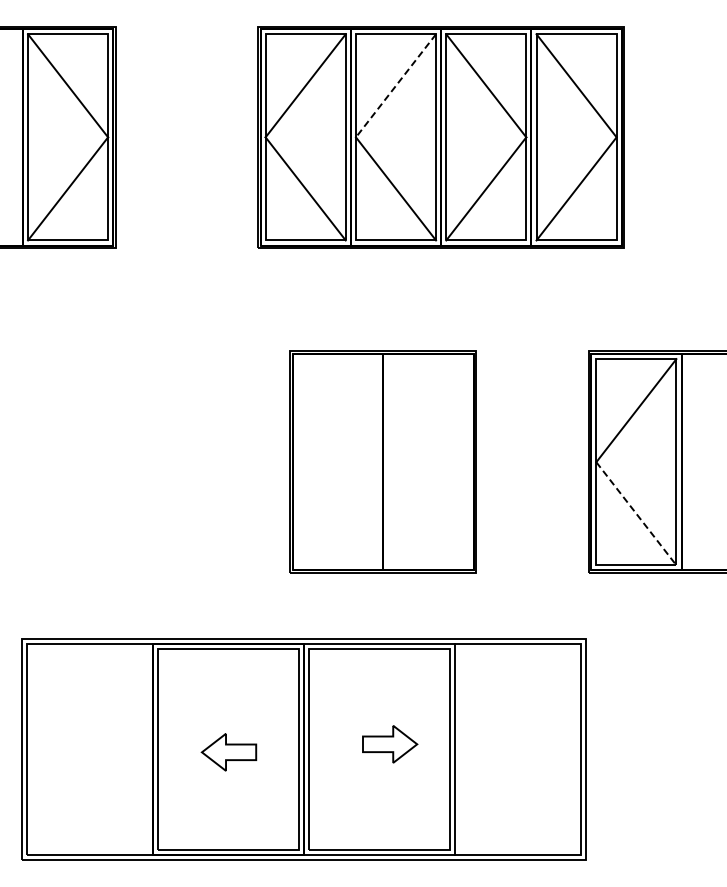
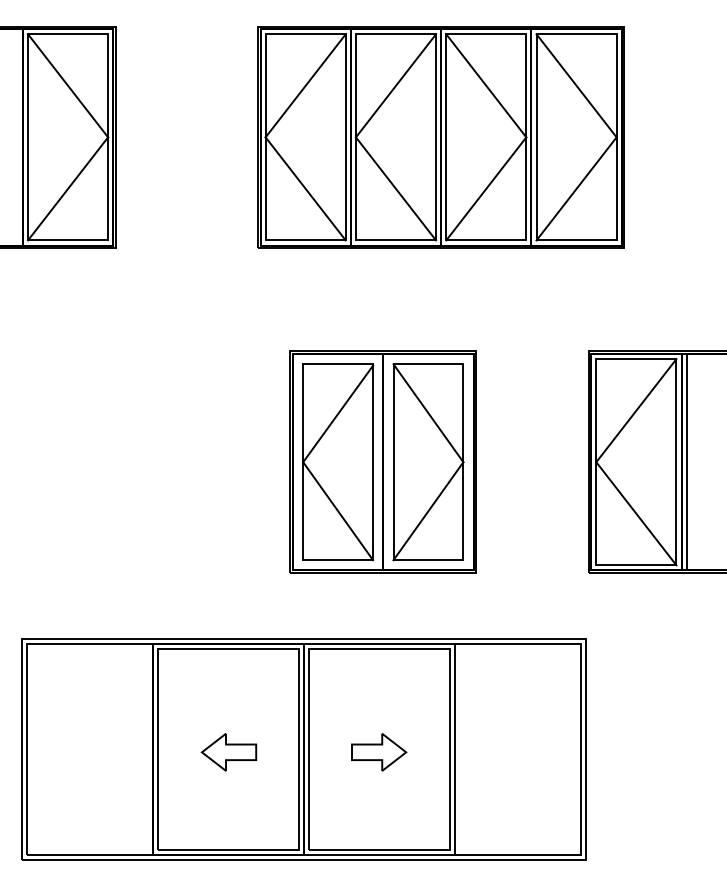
line at (395, 86): dashed -> solid
part at (338, 462): none -> present
part at (428, 462): none -> present
line at (686, 462): none -> present
line at (636, 514): dashed -> solid
part at (390, 744) position: (390, 744) -> (379, 752)
